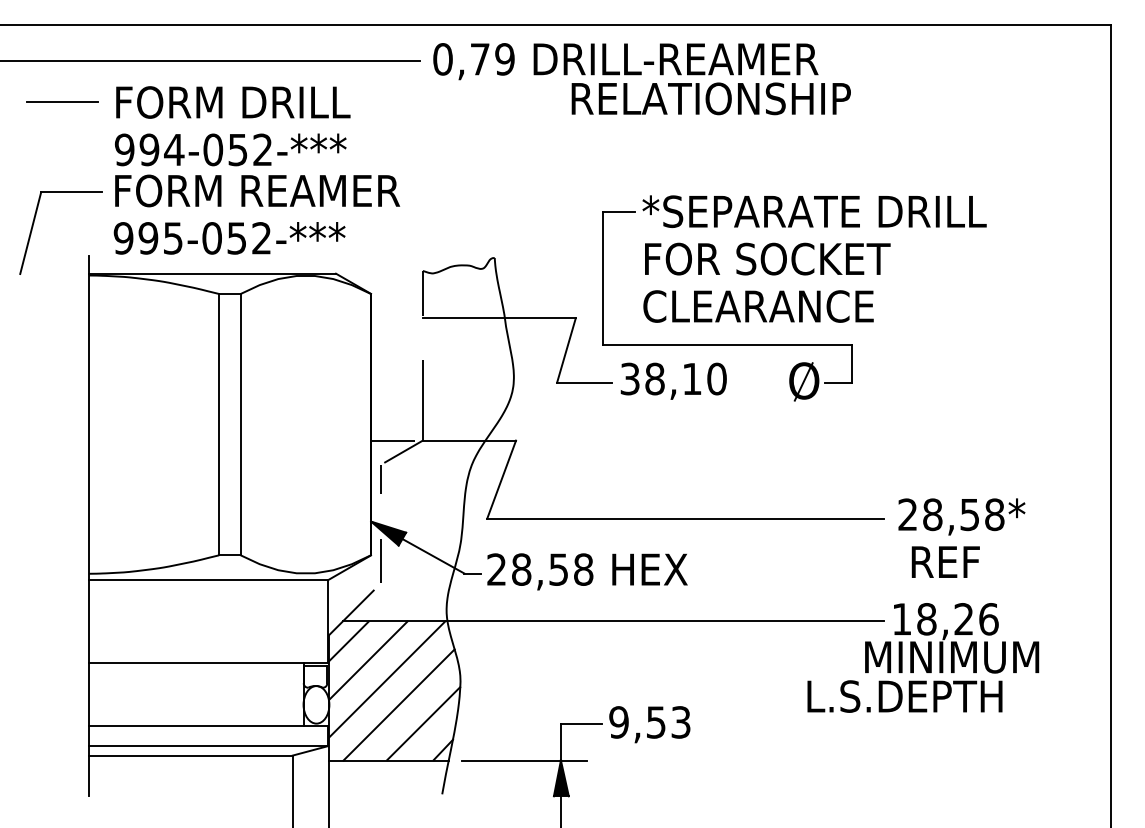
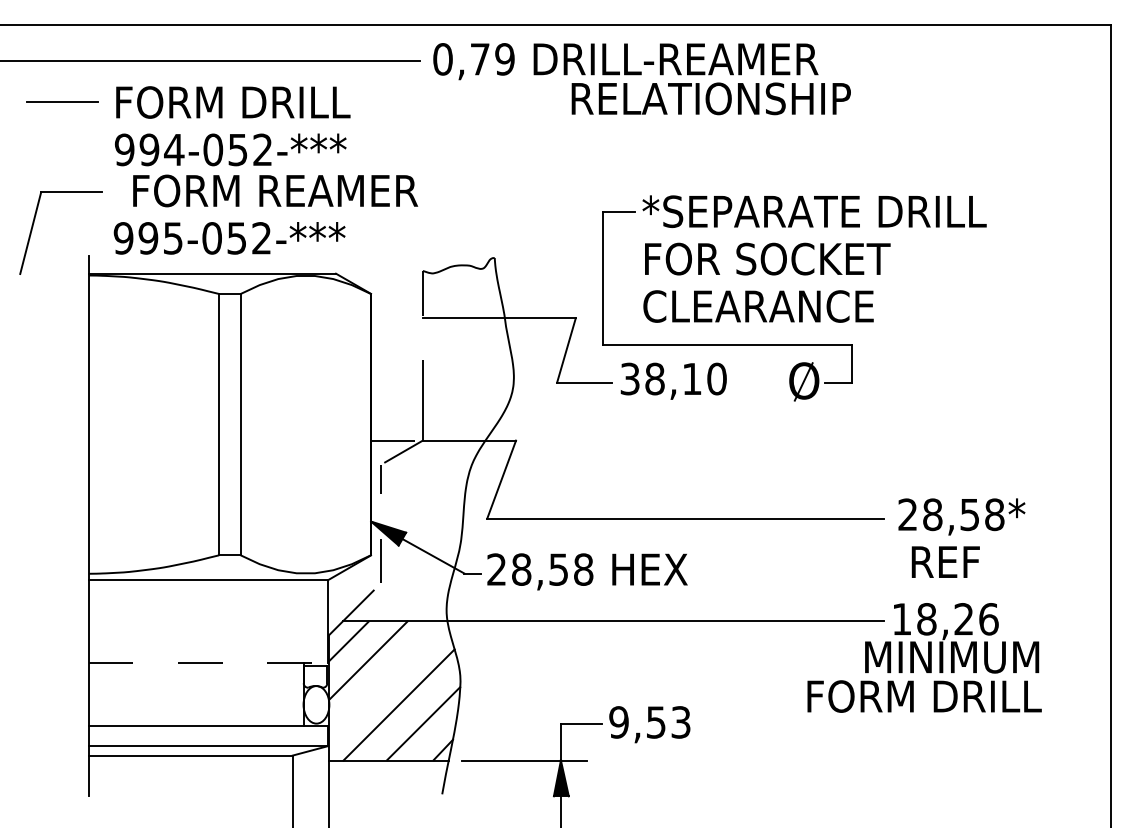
text at (257, 190) position: (257, 190) -> (275, 190)
line at (208, 663): solid -> dashed
line at (387, 679): present -> none
text at (926, 696): L.S.DEPTH -> FORM DRILL
